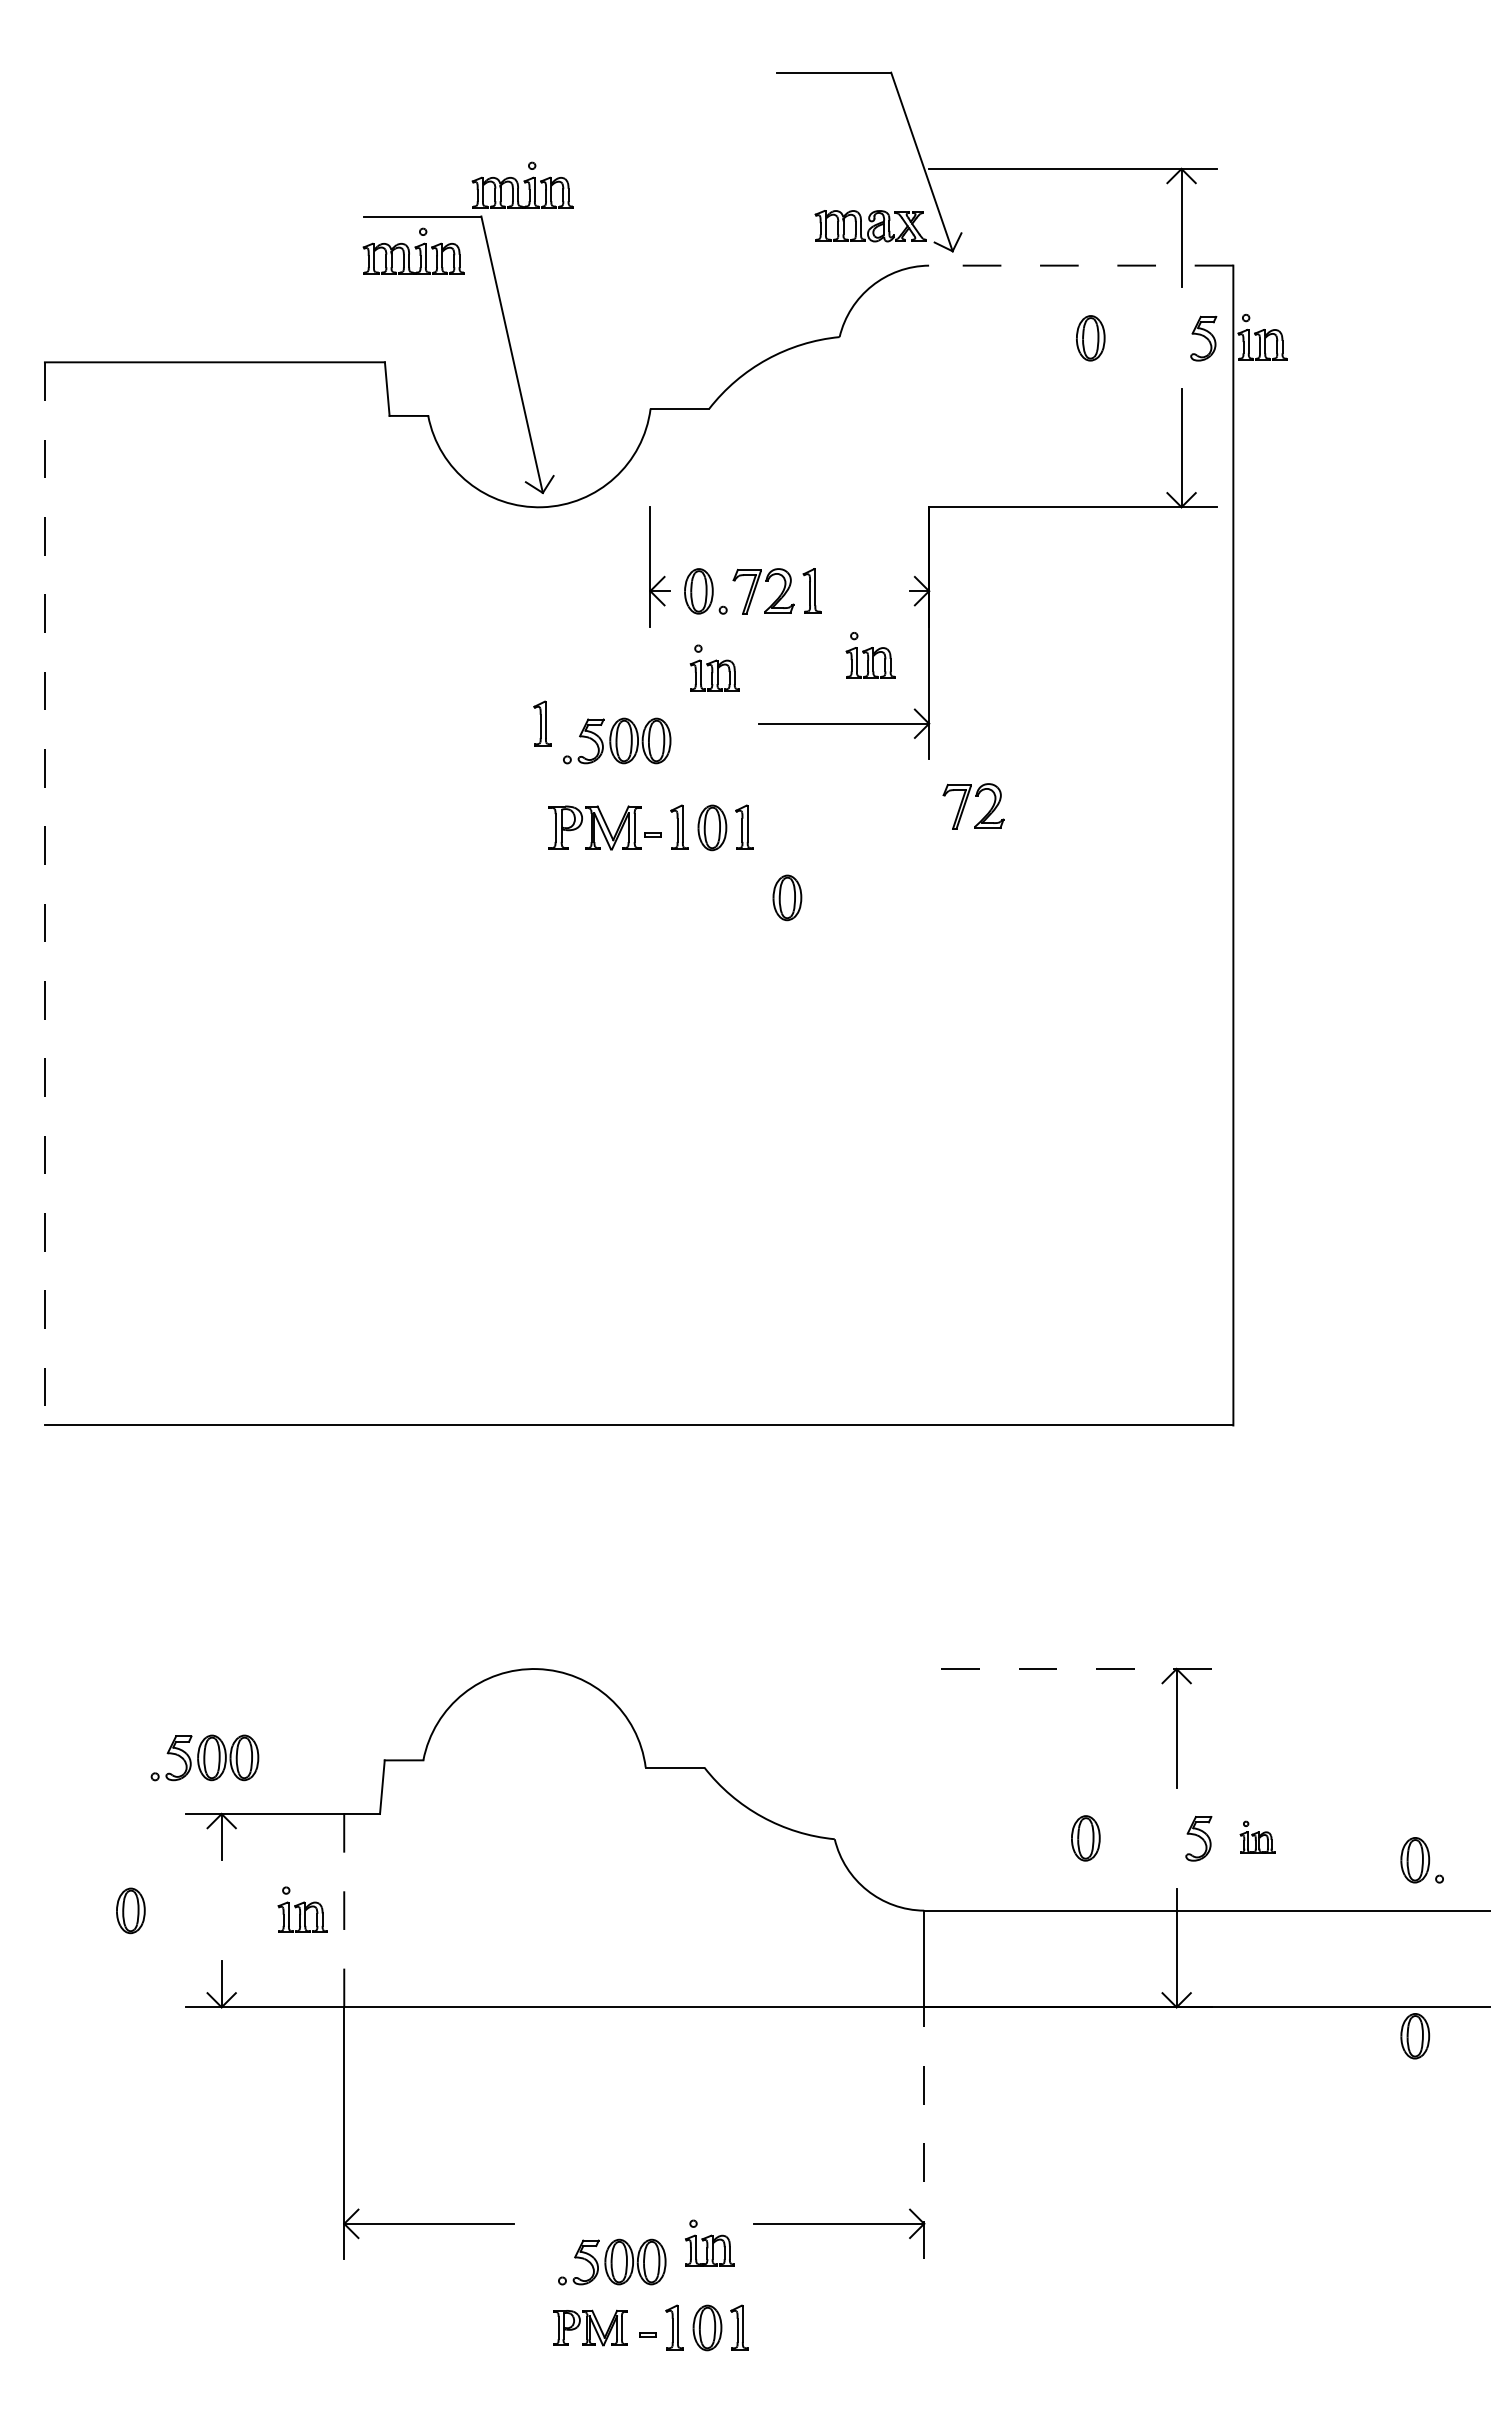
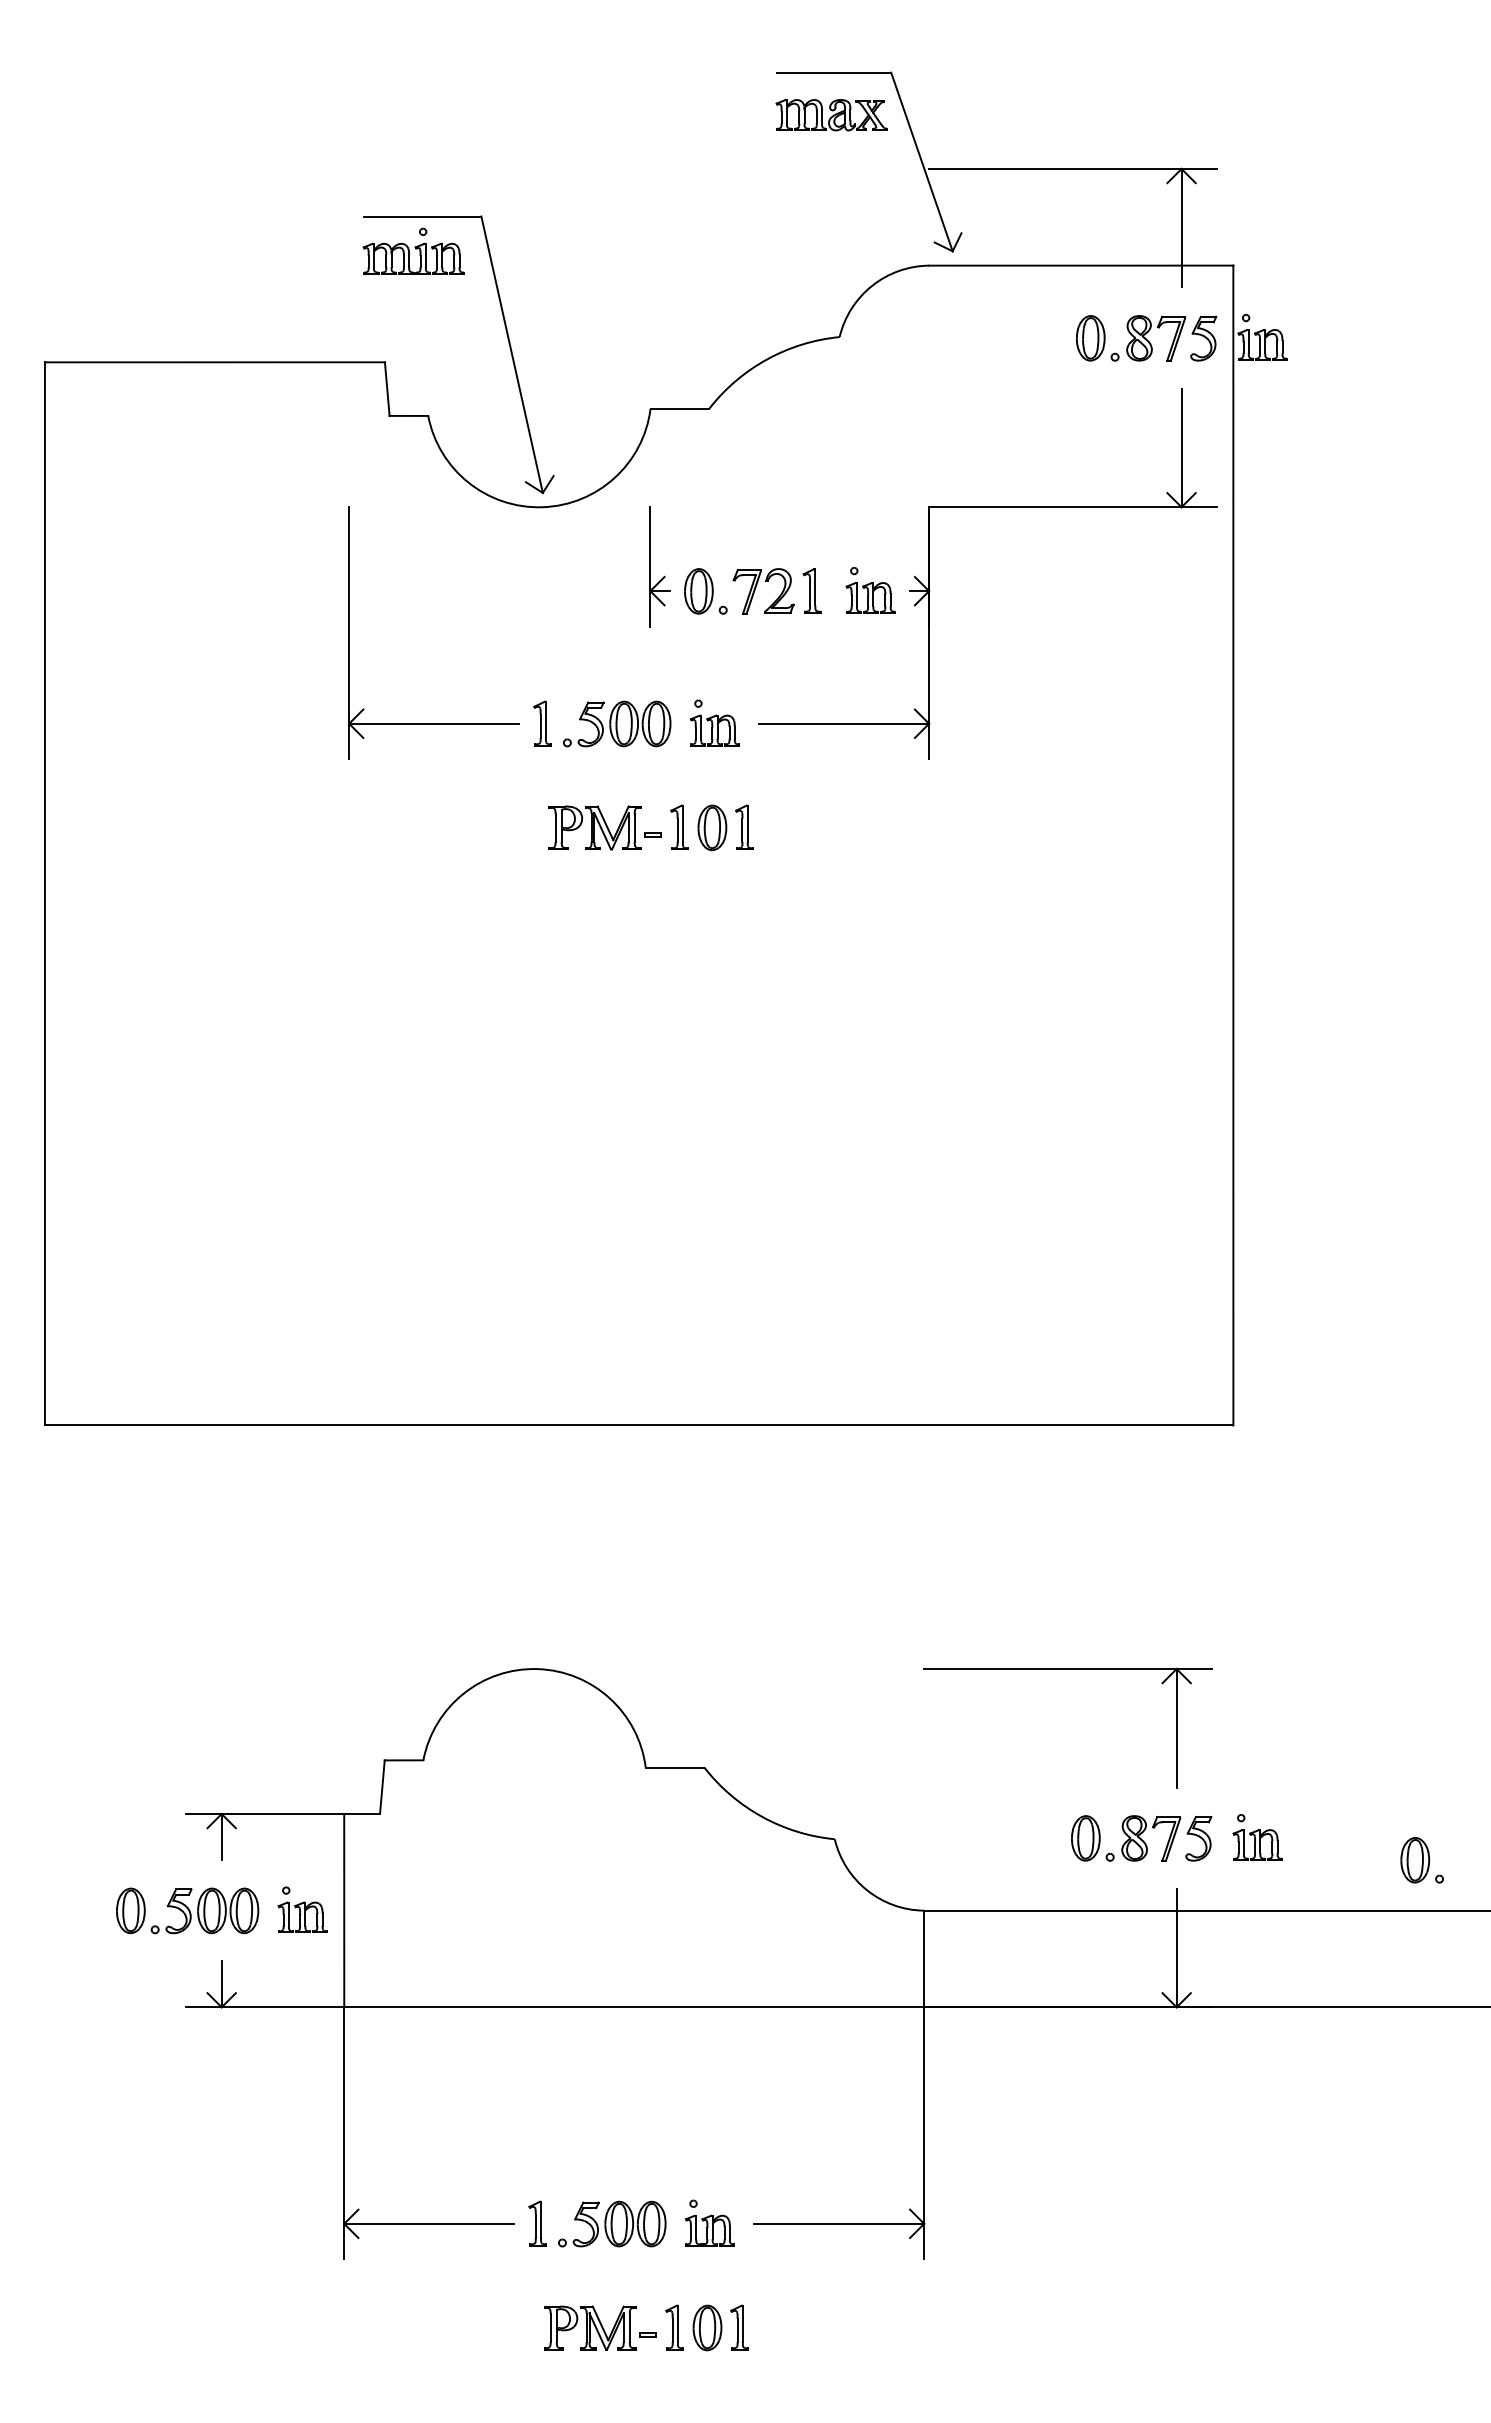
part at (522, 184): present -> none
part at (870, 226) position: (870, 226) -> (831, 115)
line at (1080, 265): dashed -> solid
part at (1148, 338): none -> present
part at (349, 632): none -> present
part at (870, 655) position: (870, 655) -> (870, 590)
part at (714, 667) position: (714, 667) -> (714, 722)
part at (617, 740) position: (617, 740) -> (617, 723)
part at (966, 802): present -> none
line at (44, 893): dashed -> solid
part at (787, 897): present -> none
line at (1068, 1669): dashed -> solid
part at (204, 1757) position: (204, 1757) -> (204, 1910)
part at (1257, 1836) size: 37x34 px -> 51x47 px
part at (1143, 1838): none -> present
line at (344, 1910): dashed -> solid
part at (1415, 2036): present -> none
line at (924, 2133): dashed -> solid
part at (537, 2223): none -> present
part at (709, 2242) position: (709, 2242) -> (709, 2222)
part at (612, 2261) position: (612, 2261) -> (612, 2223)
part at (590, 2327) size: 75x38 px -> 93x46 px
